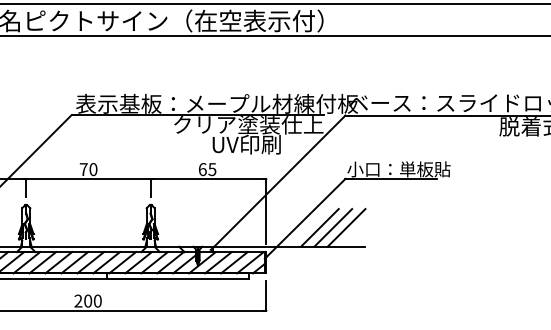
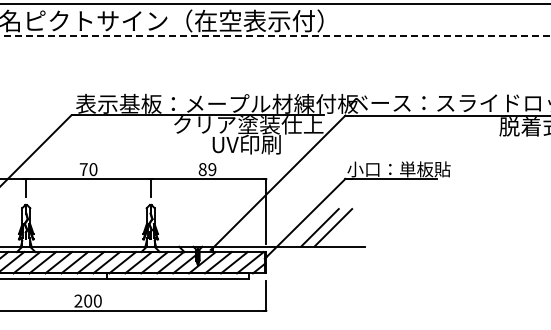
line at (275, 36): solid -> dashed
text at (207, 169): 65 -> 89
line at (346, 227): present -> none
